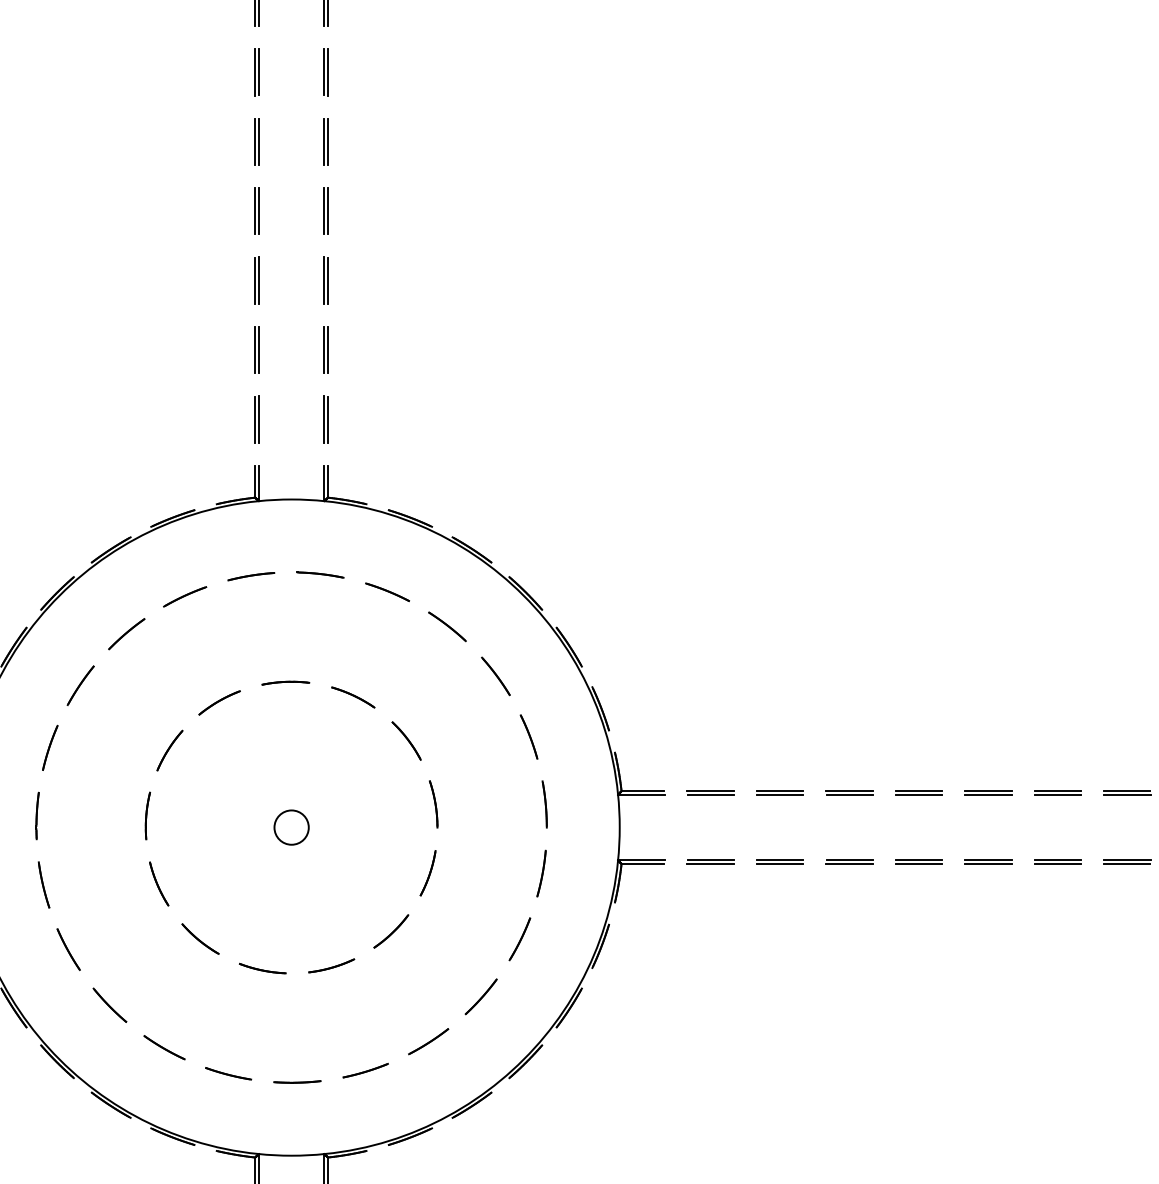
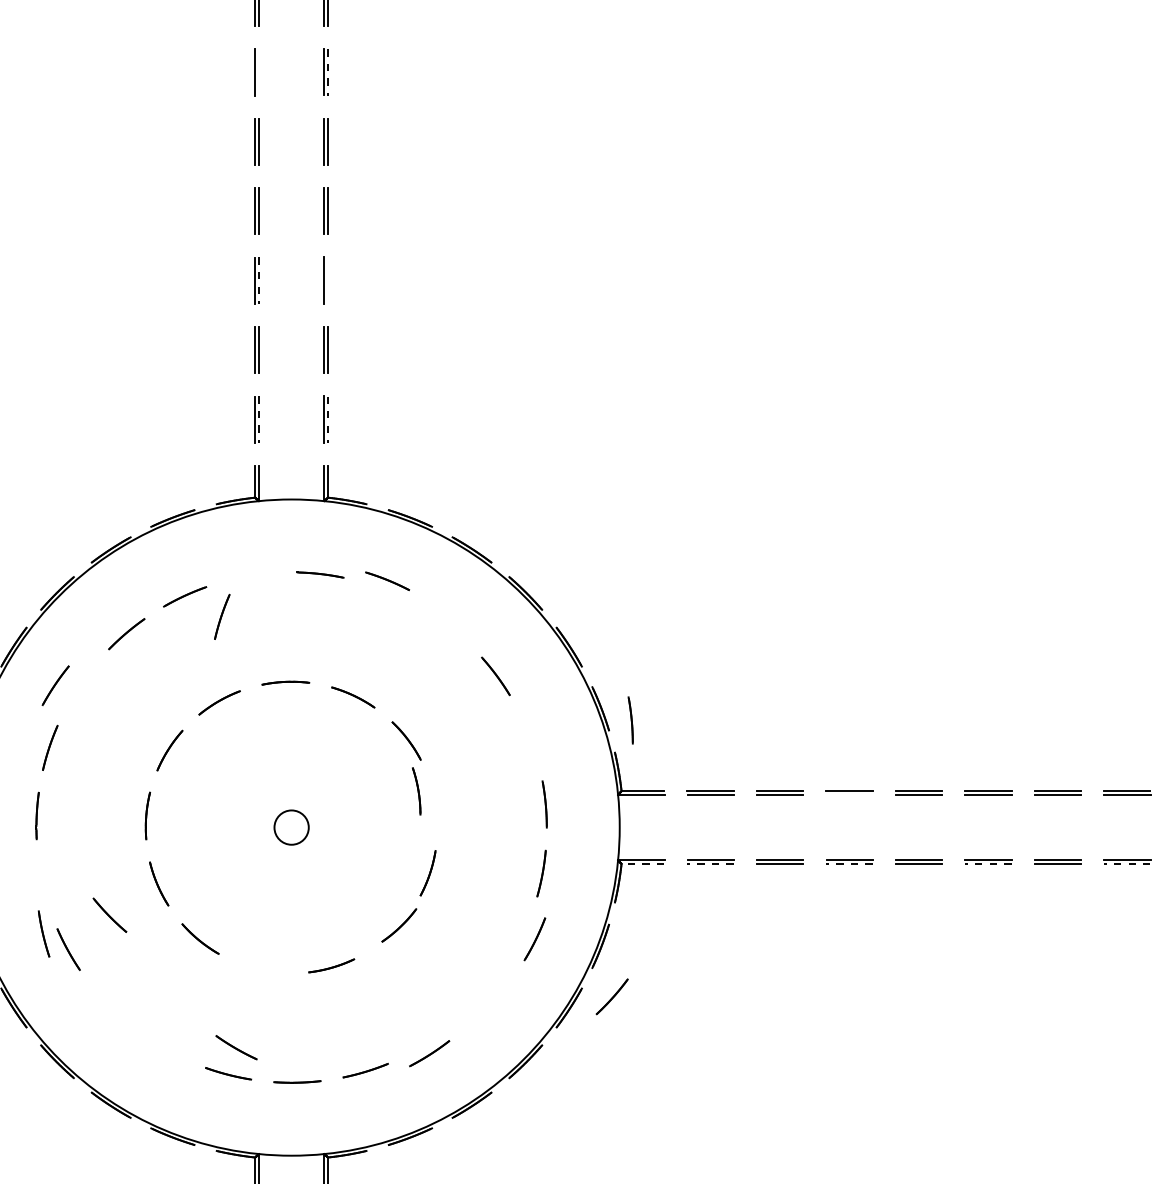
line at (258, 72): present -> none
line at (328, 72): solid -> dashed
line at (328, 280): present -> none
line at (259, 281): solid -> dashed
line at (259, 419): solid -> dashed
line at (328, 420): solid -> dashed
line at (251, 576): present -> none
line at (387, 592) position: (387, 592) -> (387, 581)
line at (222, 616): none -> present
line at (447, 626): present -> none
line at (80, 685) position: (80, 685) -> (55, 685)
line at (630, 720): none -> present
part at (528, 736): present -> none
line at (849, 794): present -> none
part at (433, 804) position: (433, 804) -> (416, 791)
line at (642, 864): solid -> dashed
line at (710, 864): solid -> dashed
line at (849, 864): solid -> dashed
line at (987, 864): solid -> dashed
line at (1126, 864): solid -> dashed
line at (43, 884) position: (43, 884) -> (43, 933)
part at (391, 931) position: (391, 931) -> (399, 925)
line at (519, 939) position: (519, 939) -> (534, 939)
part at (262, 968): present -> none
part at (480, 996) position: (480, 996) -> (611, 996)
line at (109, 1004) position: (109, 1004) -> (109, 914)
line at (428, 1041) position: (428, 1041) -> (429, 1053)
line at (164, 1047) position: (164, 1047) -> (236, 1047)
